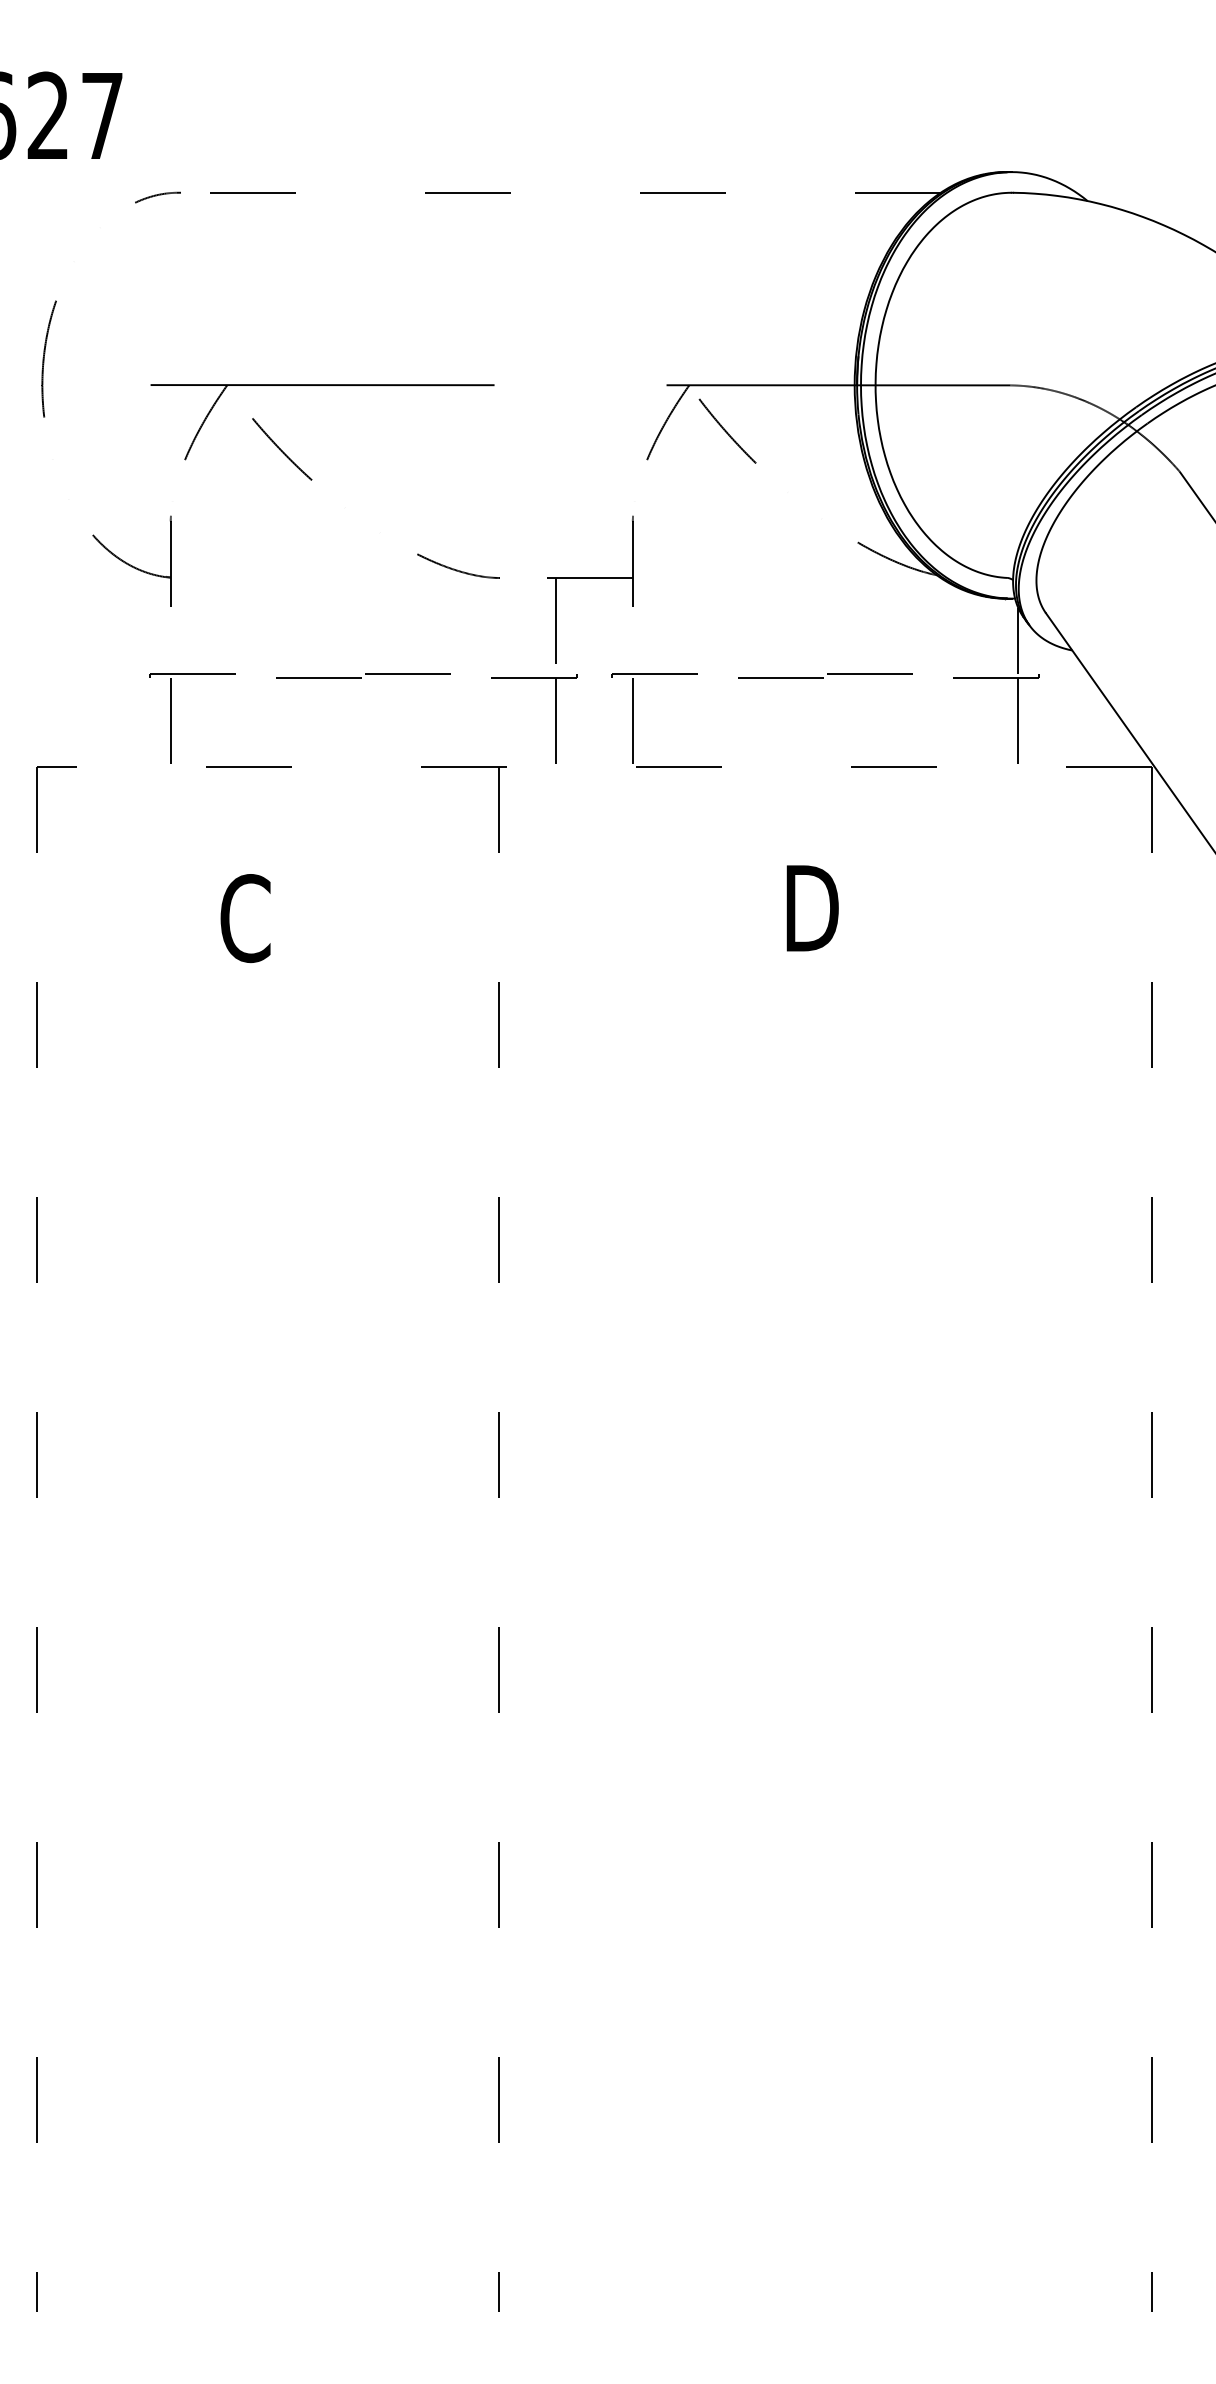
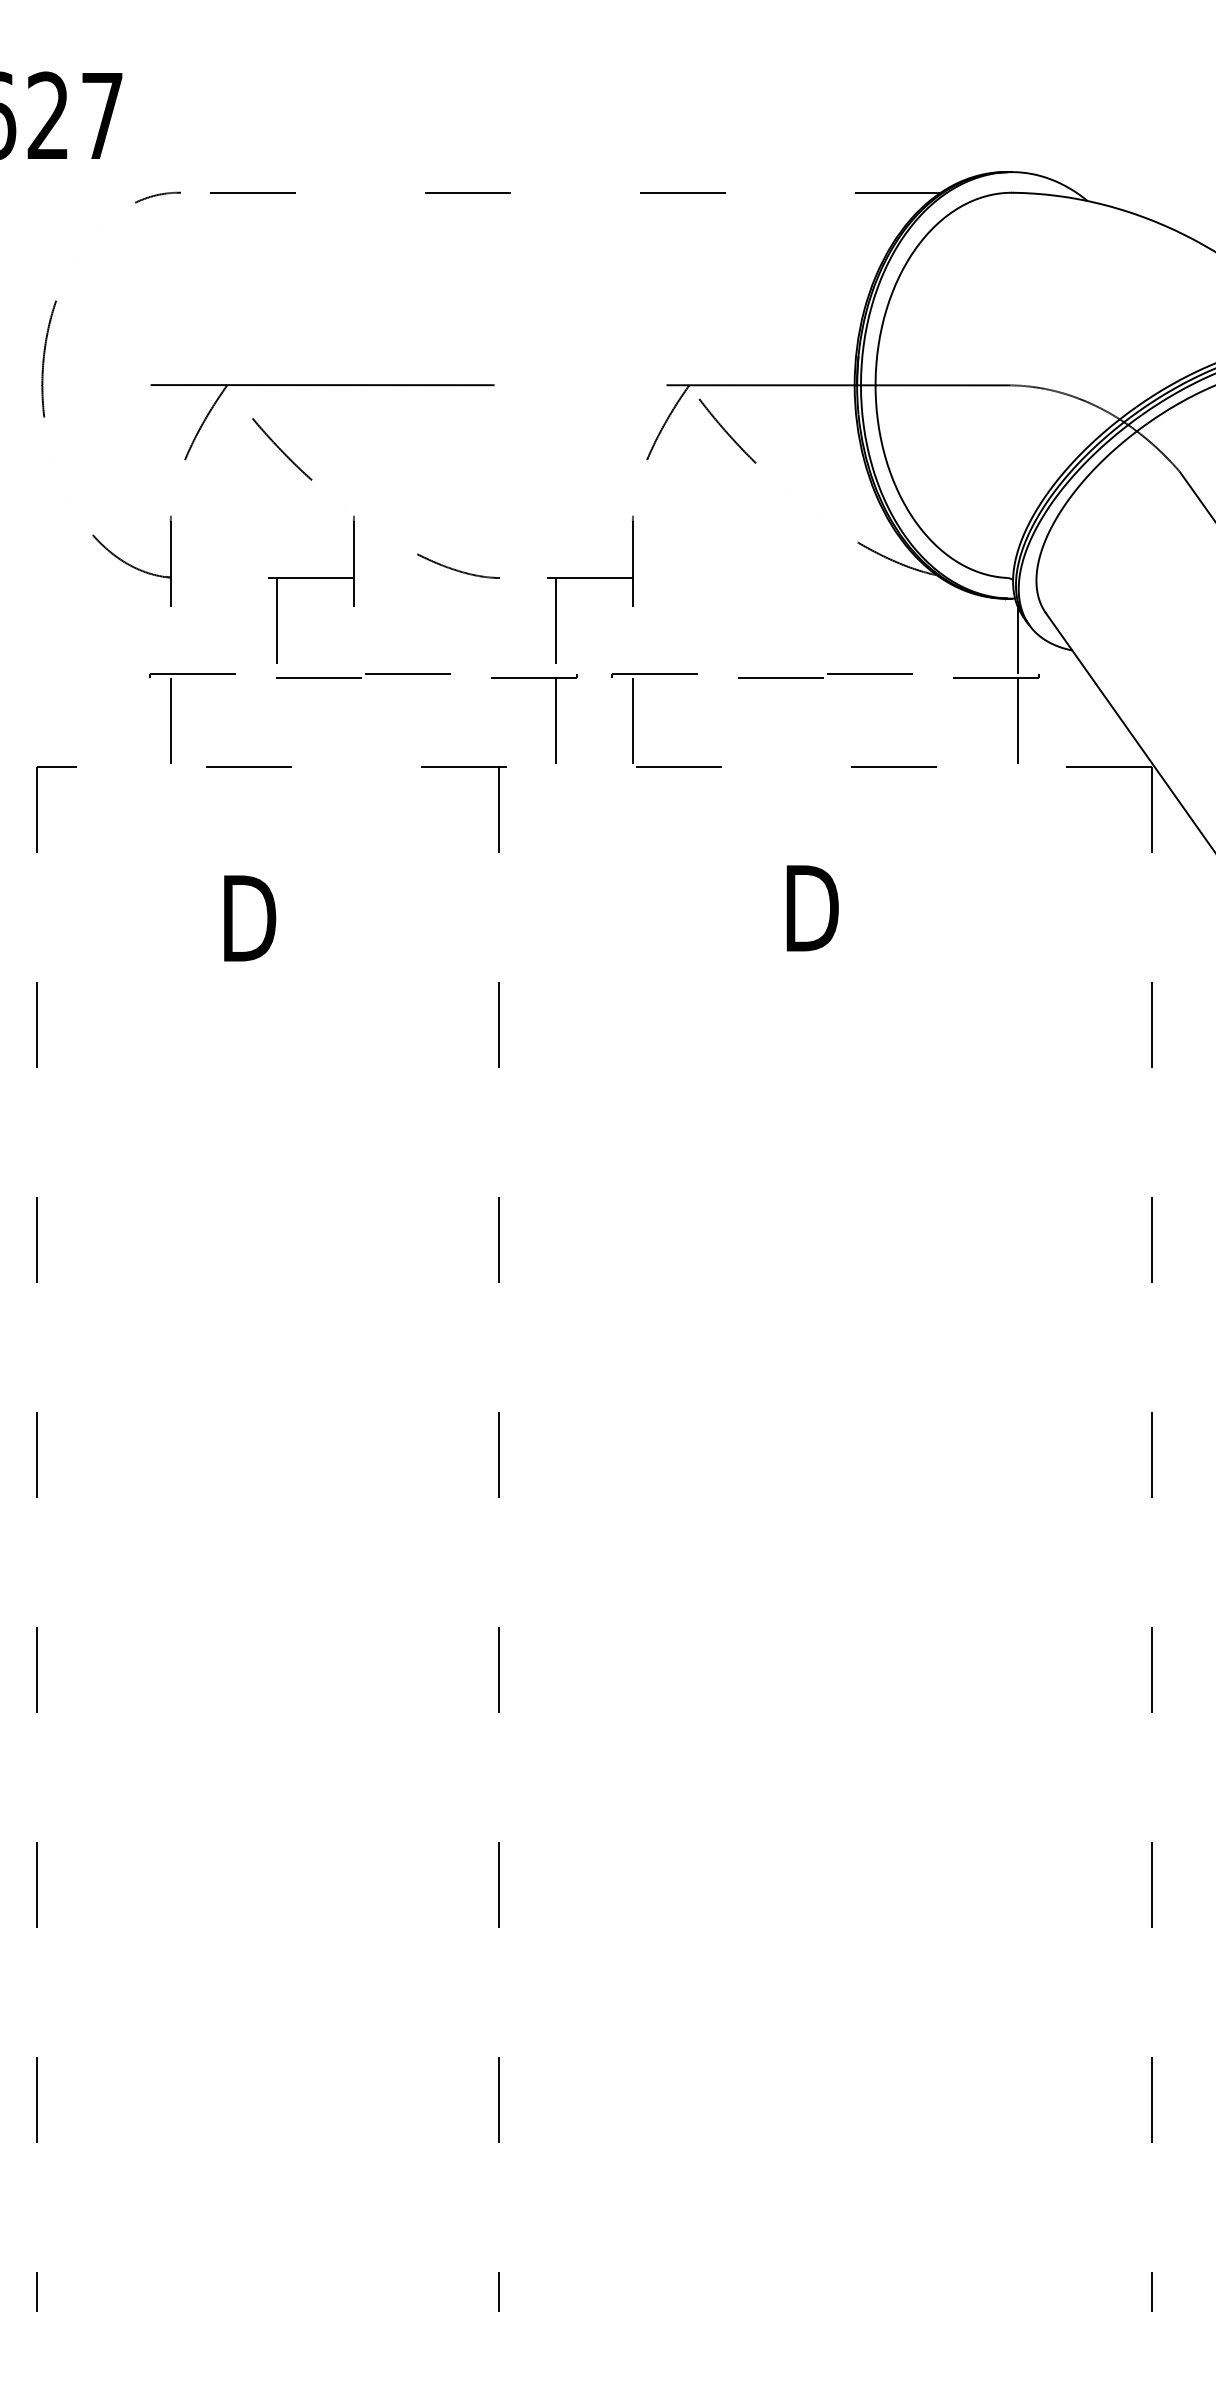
part at (311, 578): none -> present
text at (248, 918): C -> D
